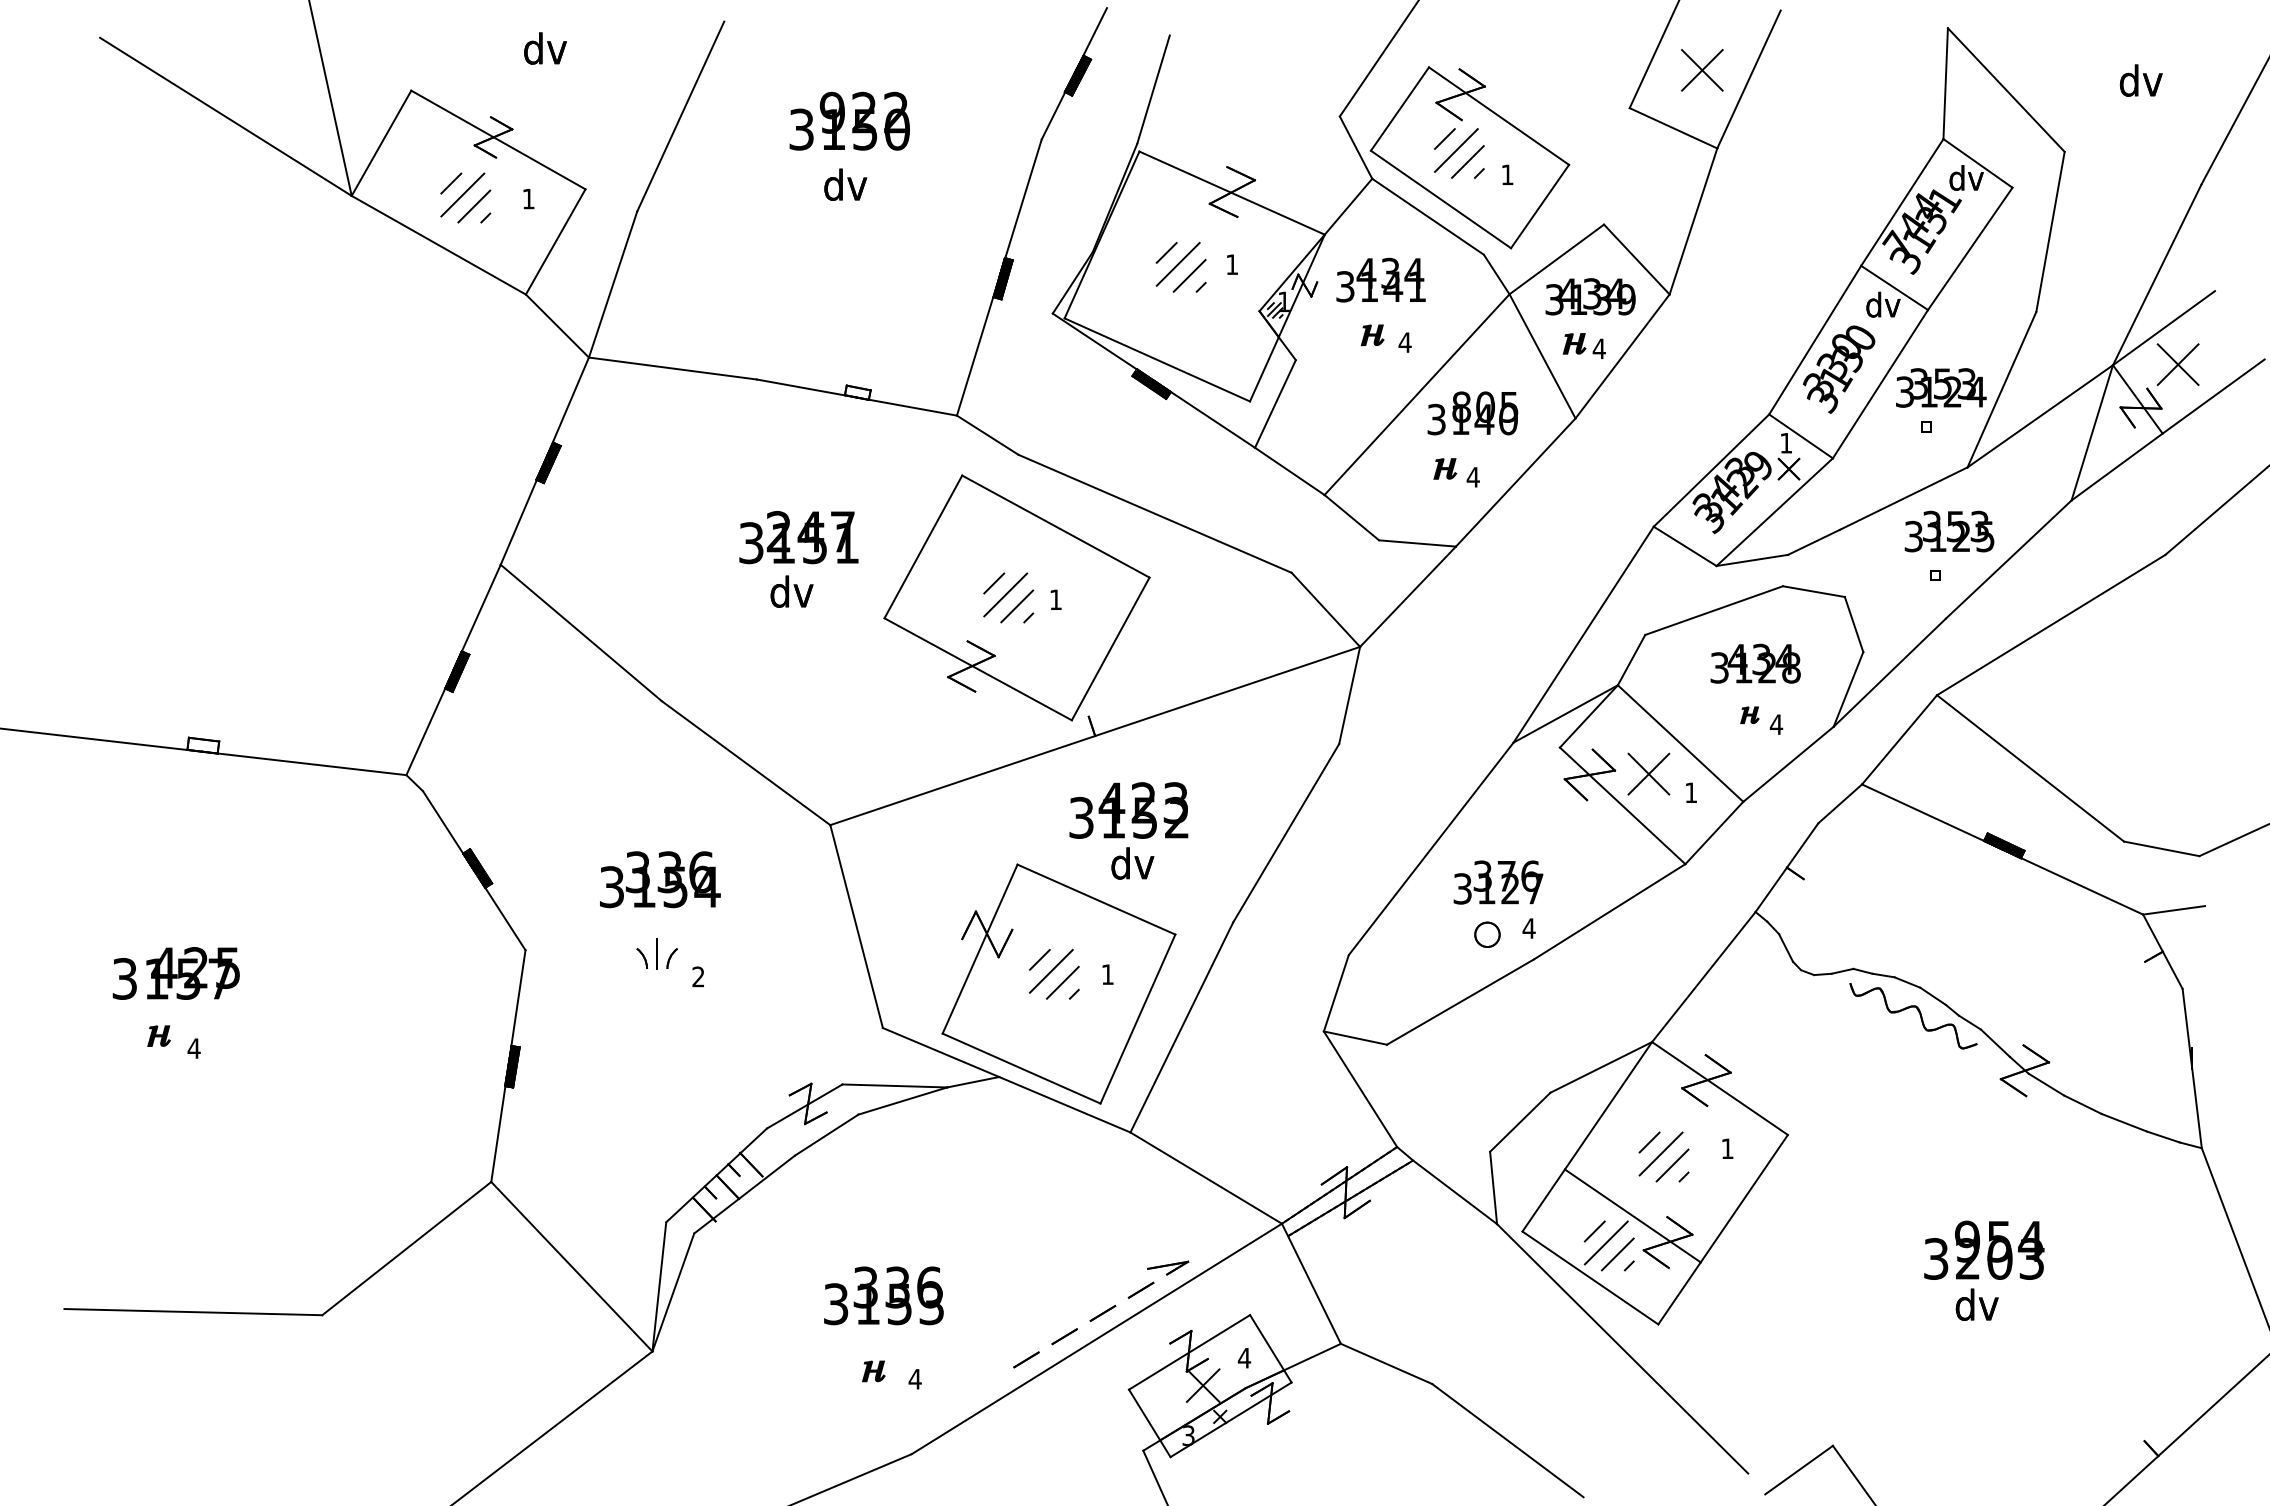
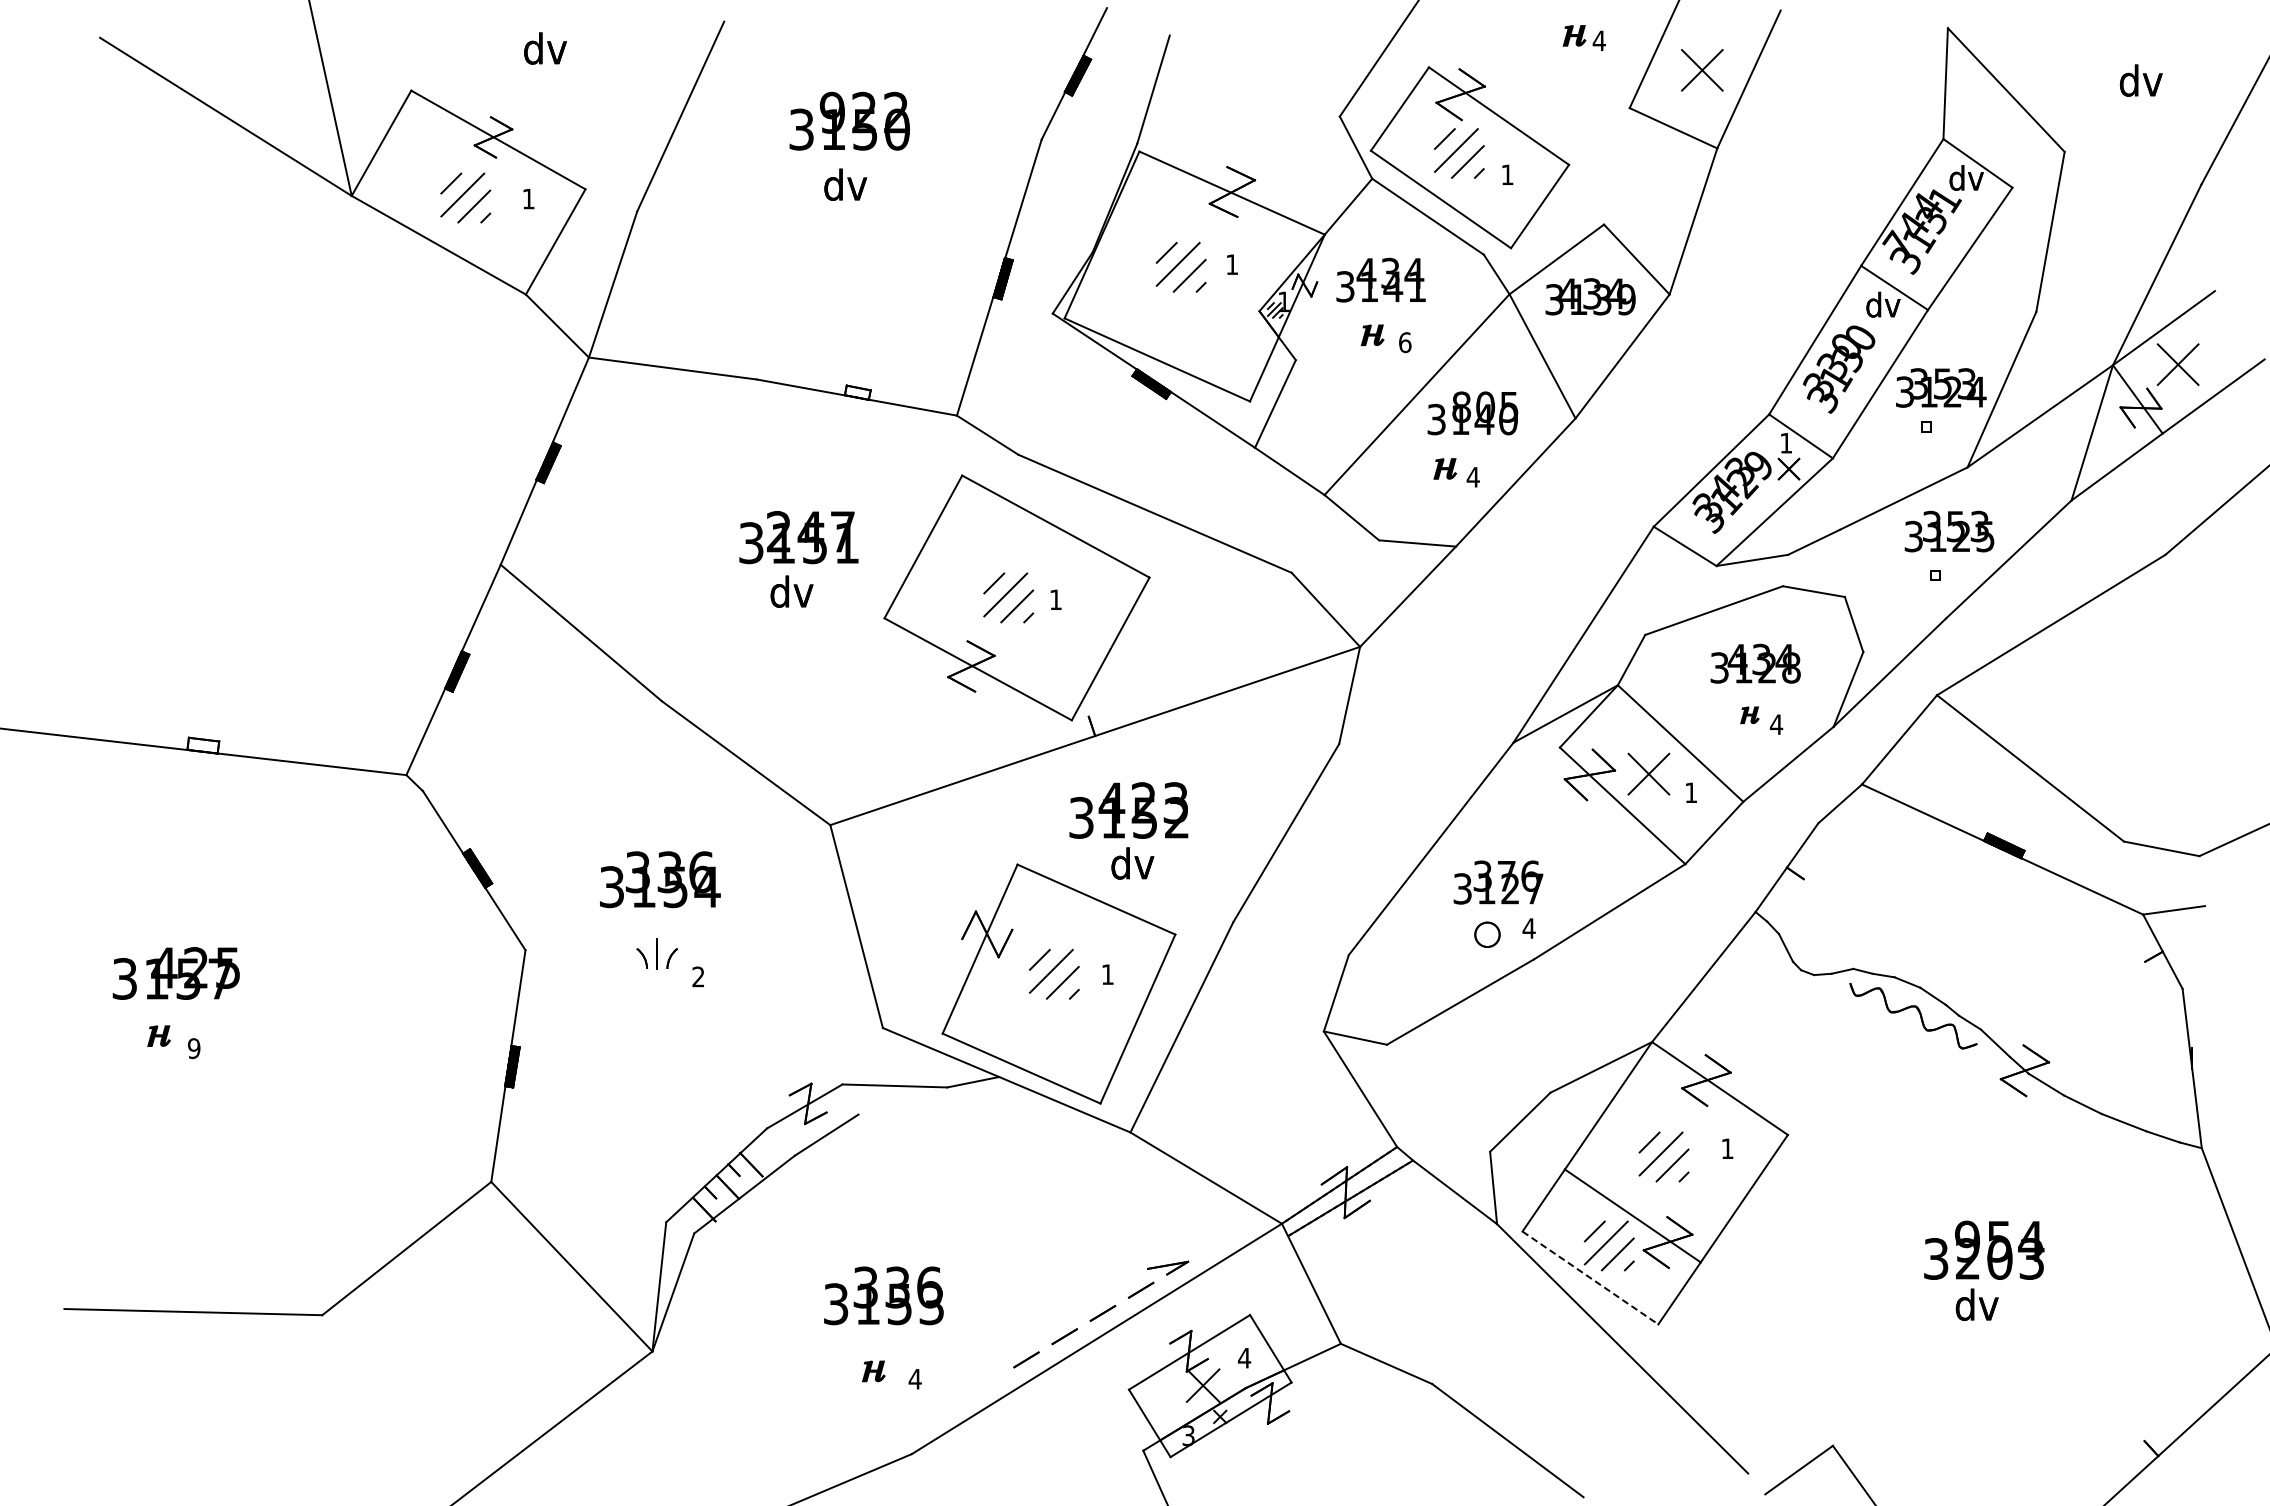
text at (1404, 342): 4 -> 6
part at (1583, 345) position: (1583, 345) -> (1583, 37)
text at (193, 1048): 4 -> 9
line at (902, 1100): present -> none
line at (1590, 1278): solid -> dashed
